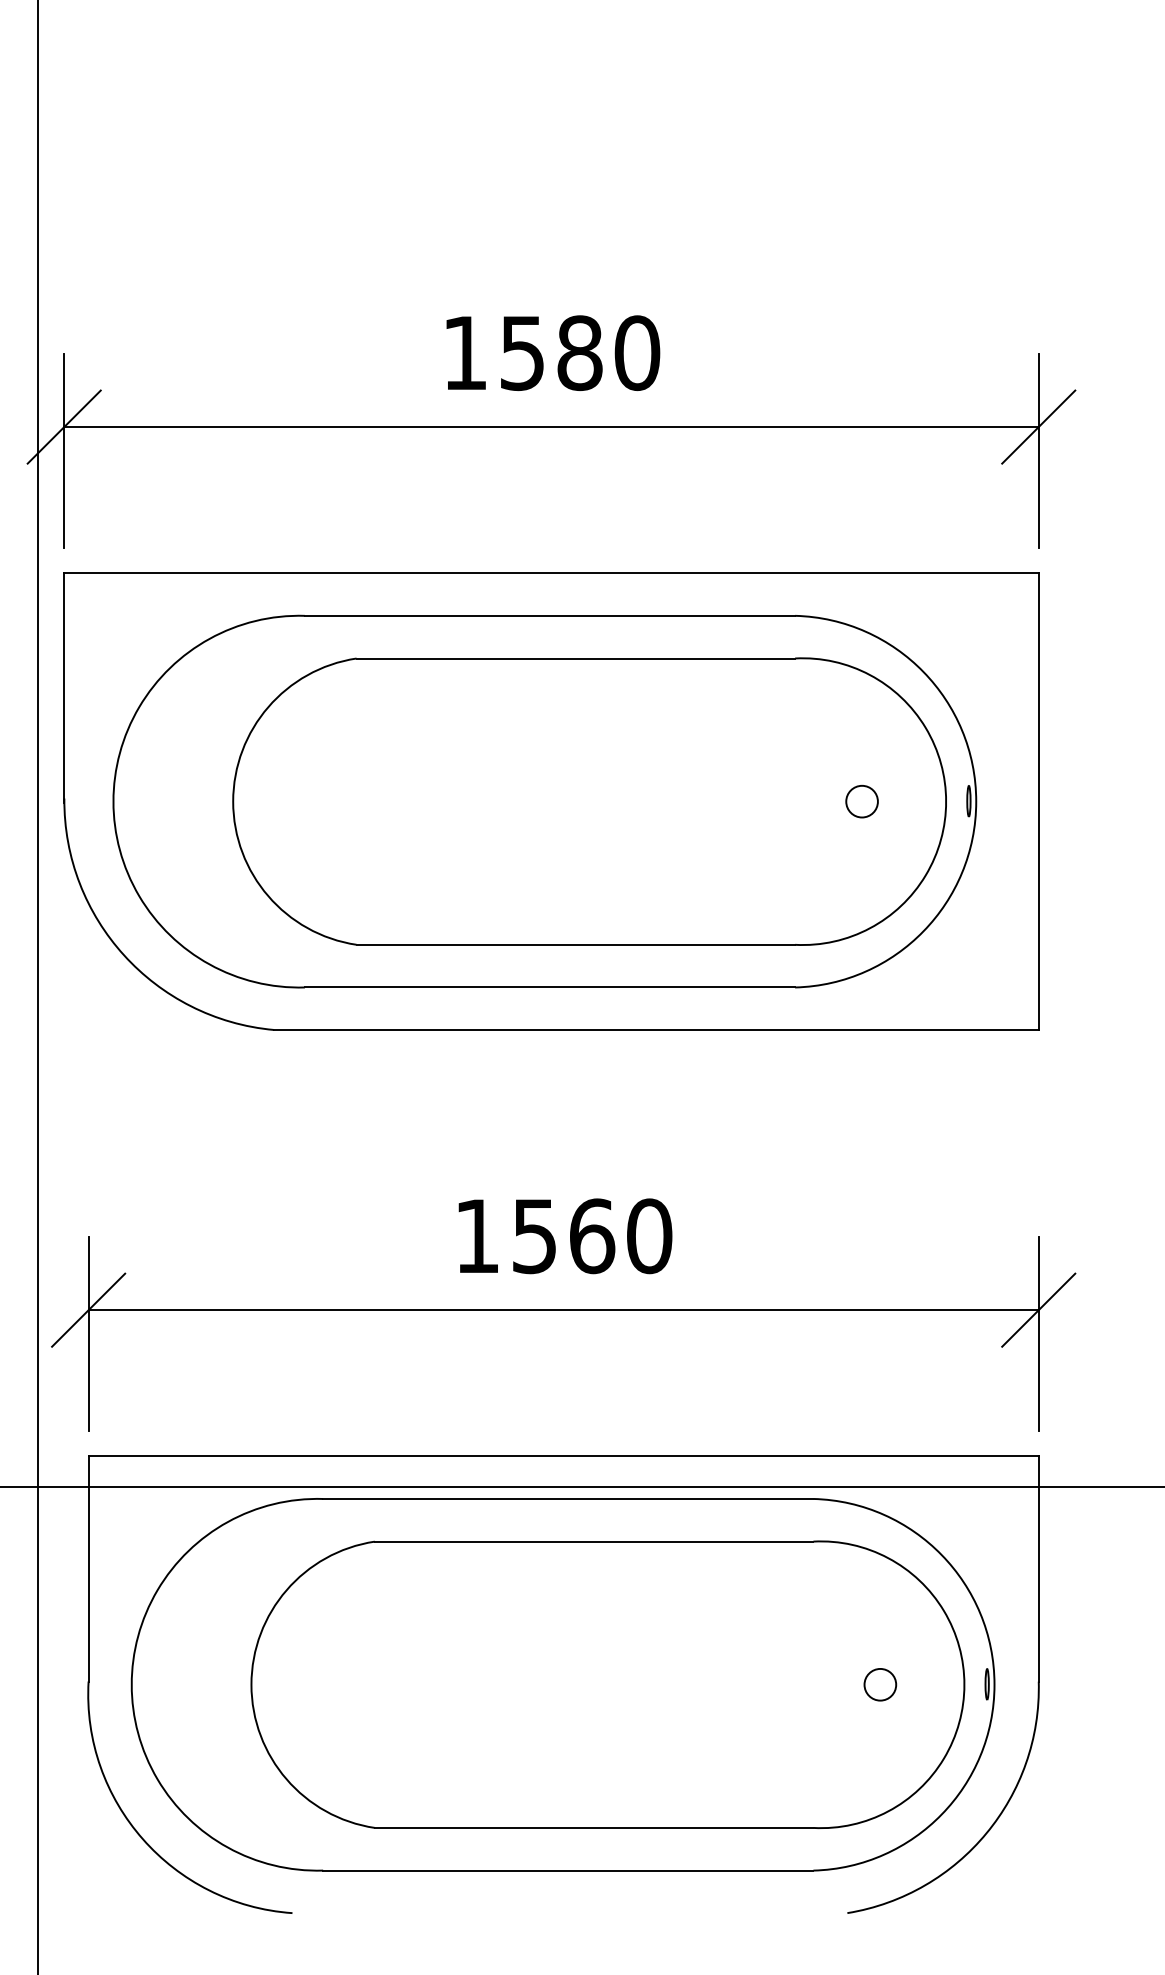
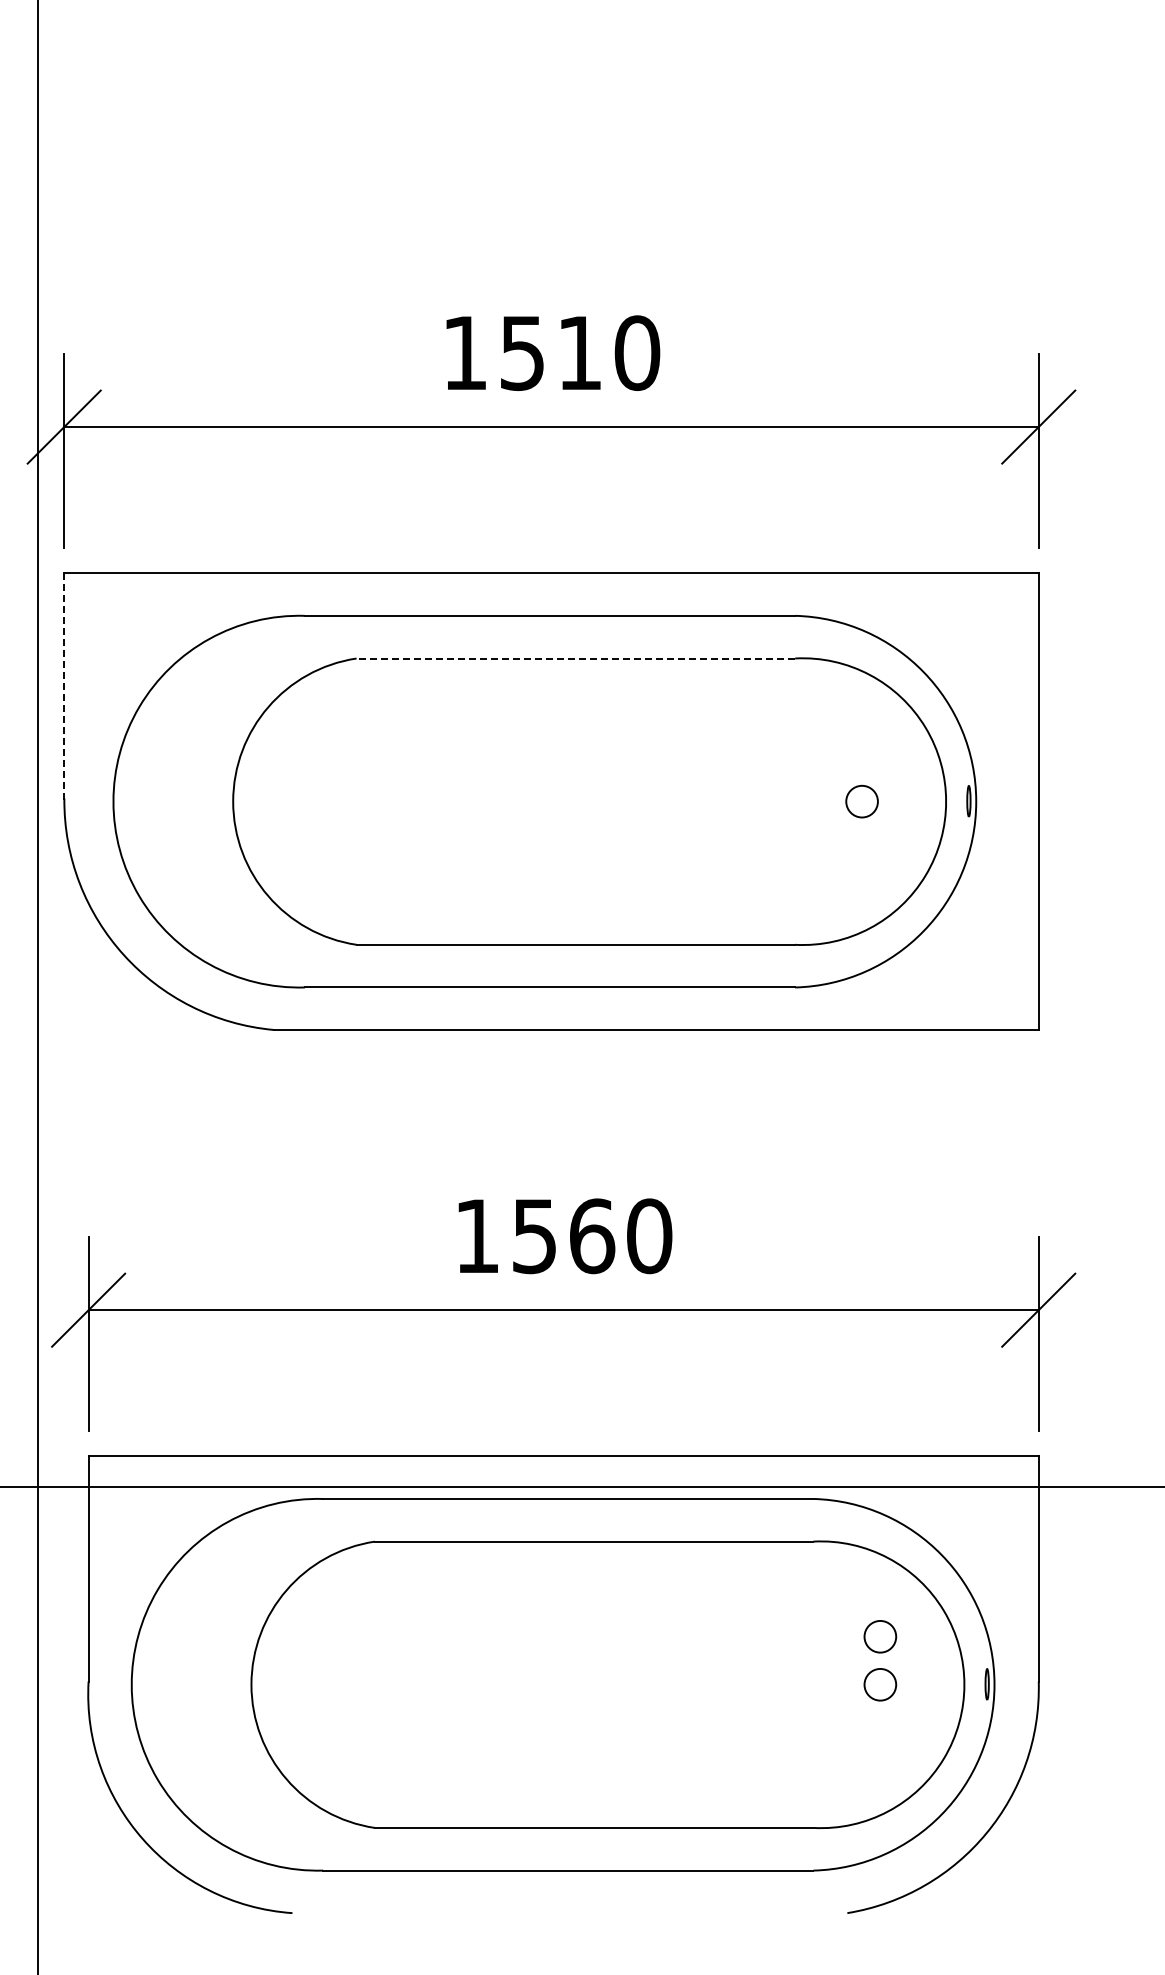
text at (579, 353): 1580 -> 1510
line at (575, 658): solid -> dashed
line at (64, 687): solid -> dashed
circle at (880, 1636): none -> present
